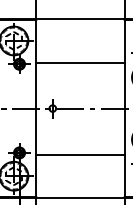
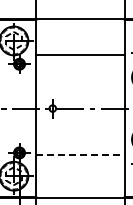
line at (80, 62) position: (80, 62) -> (80, 54)
line at (80, 154): solid -> dashed
